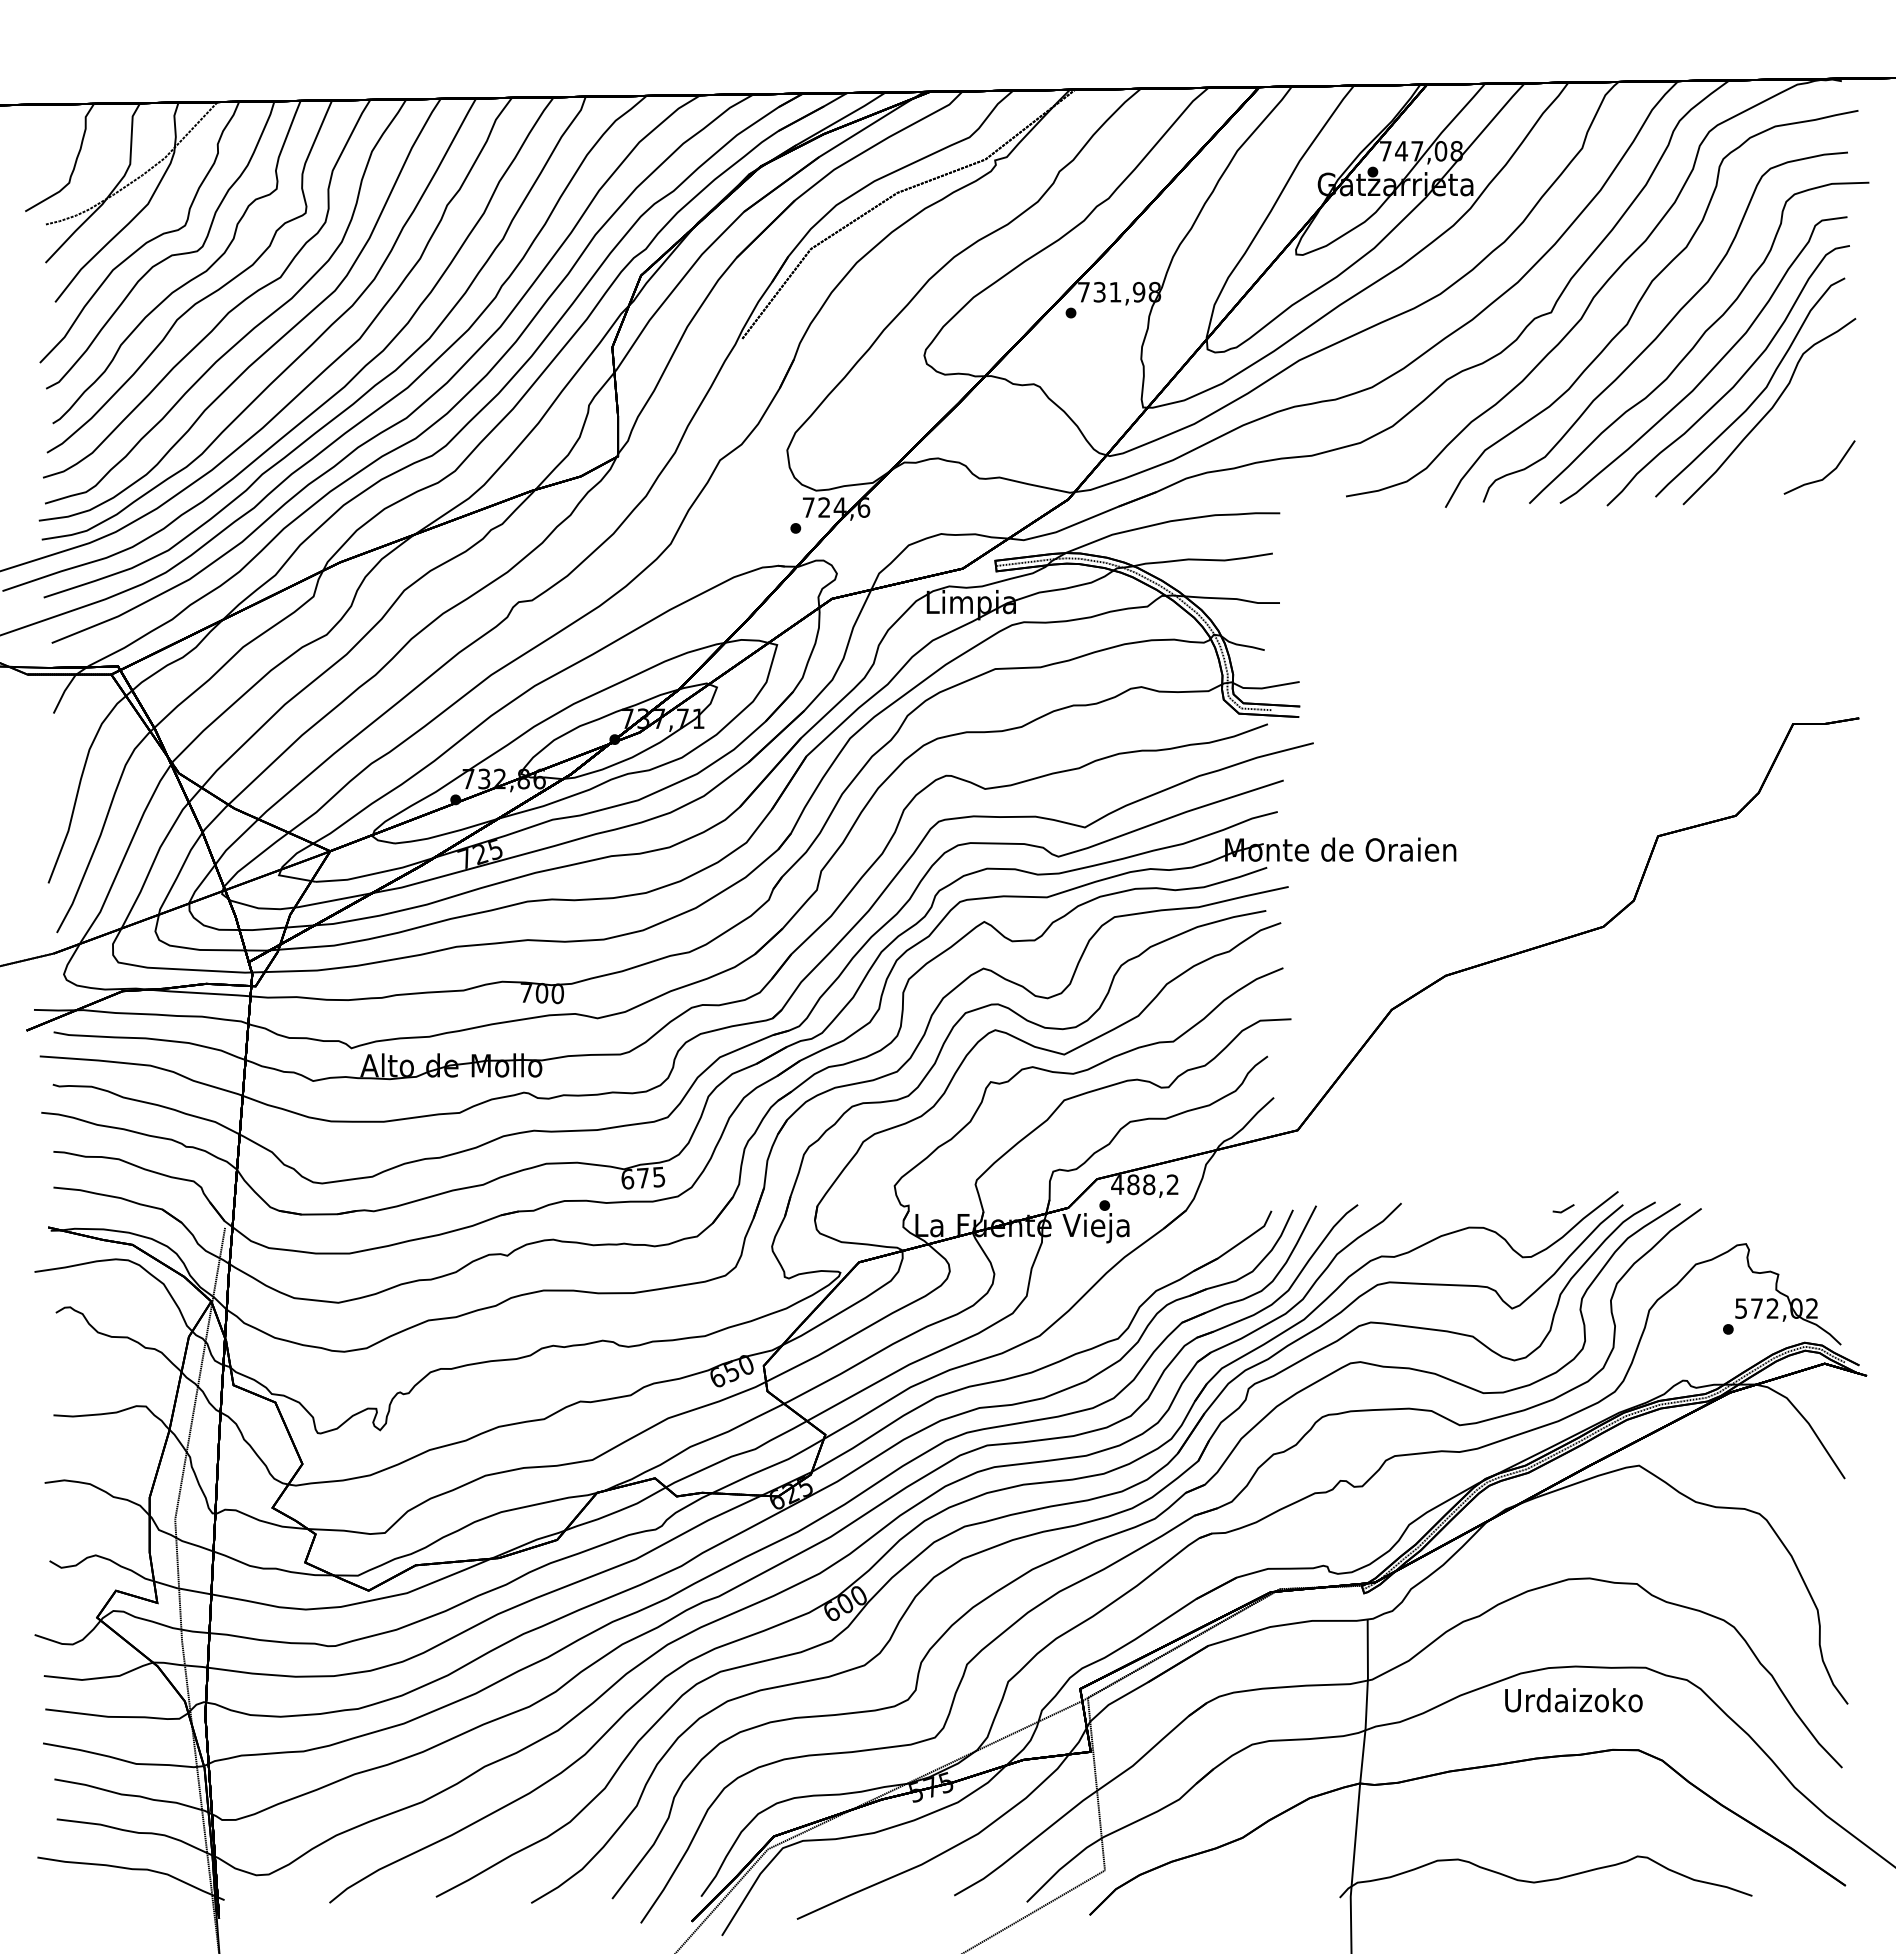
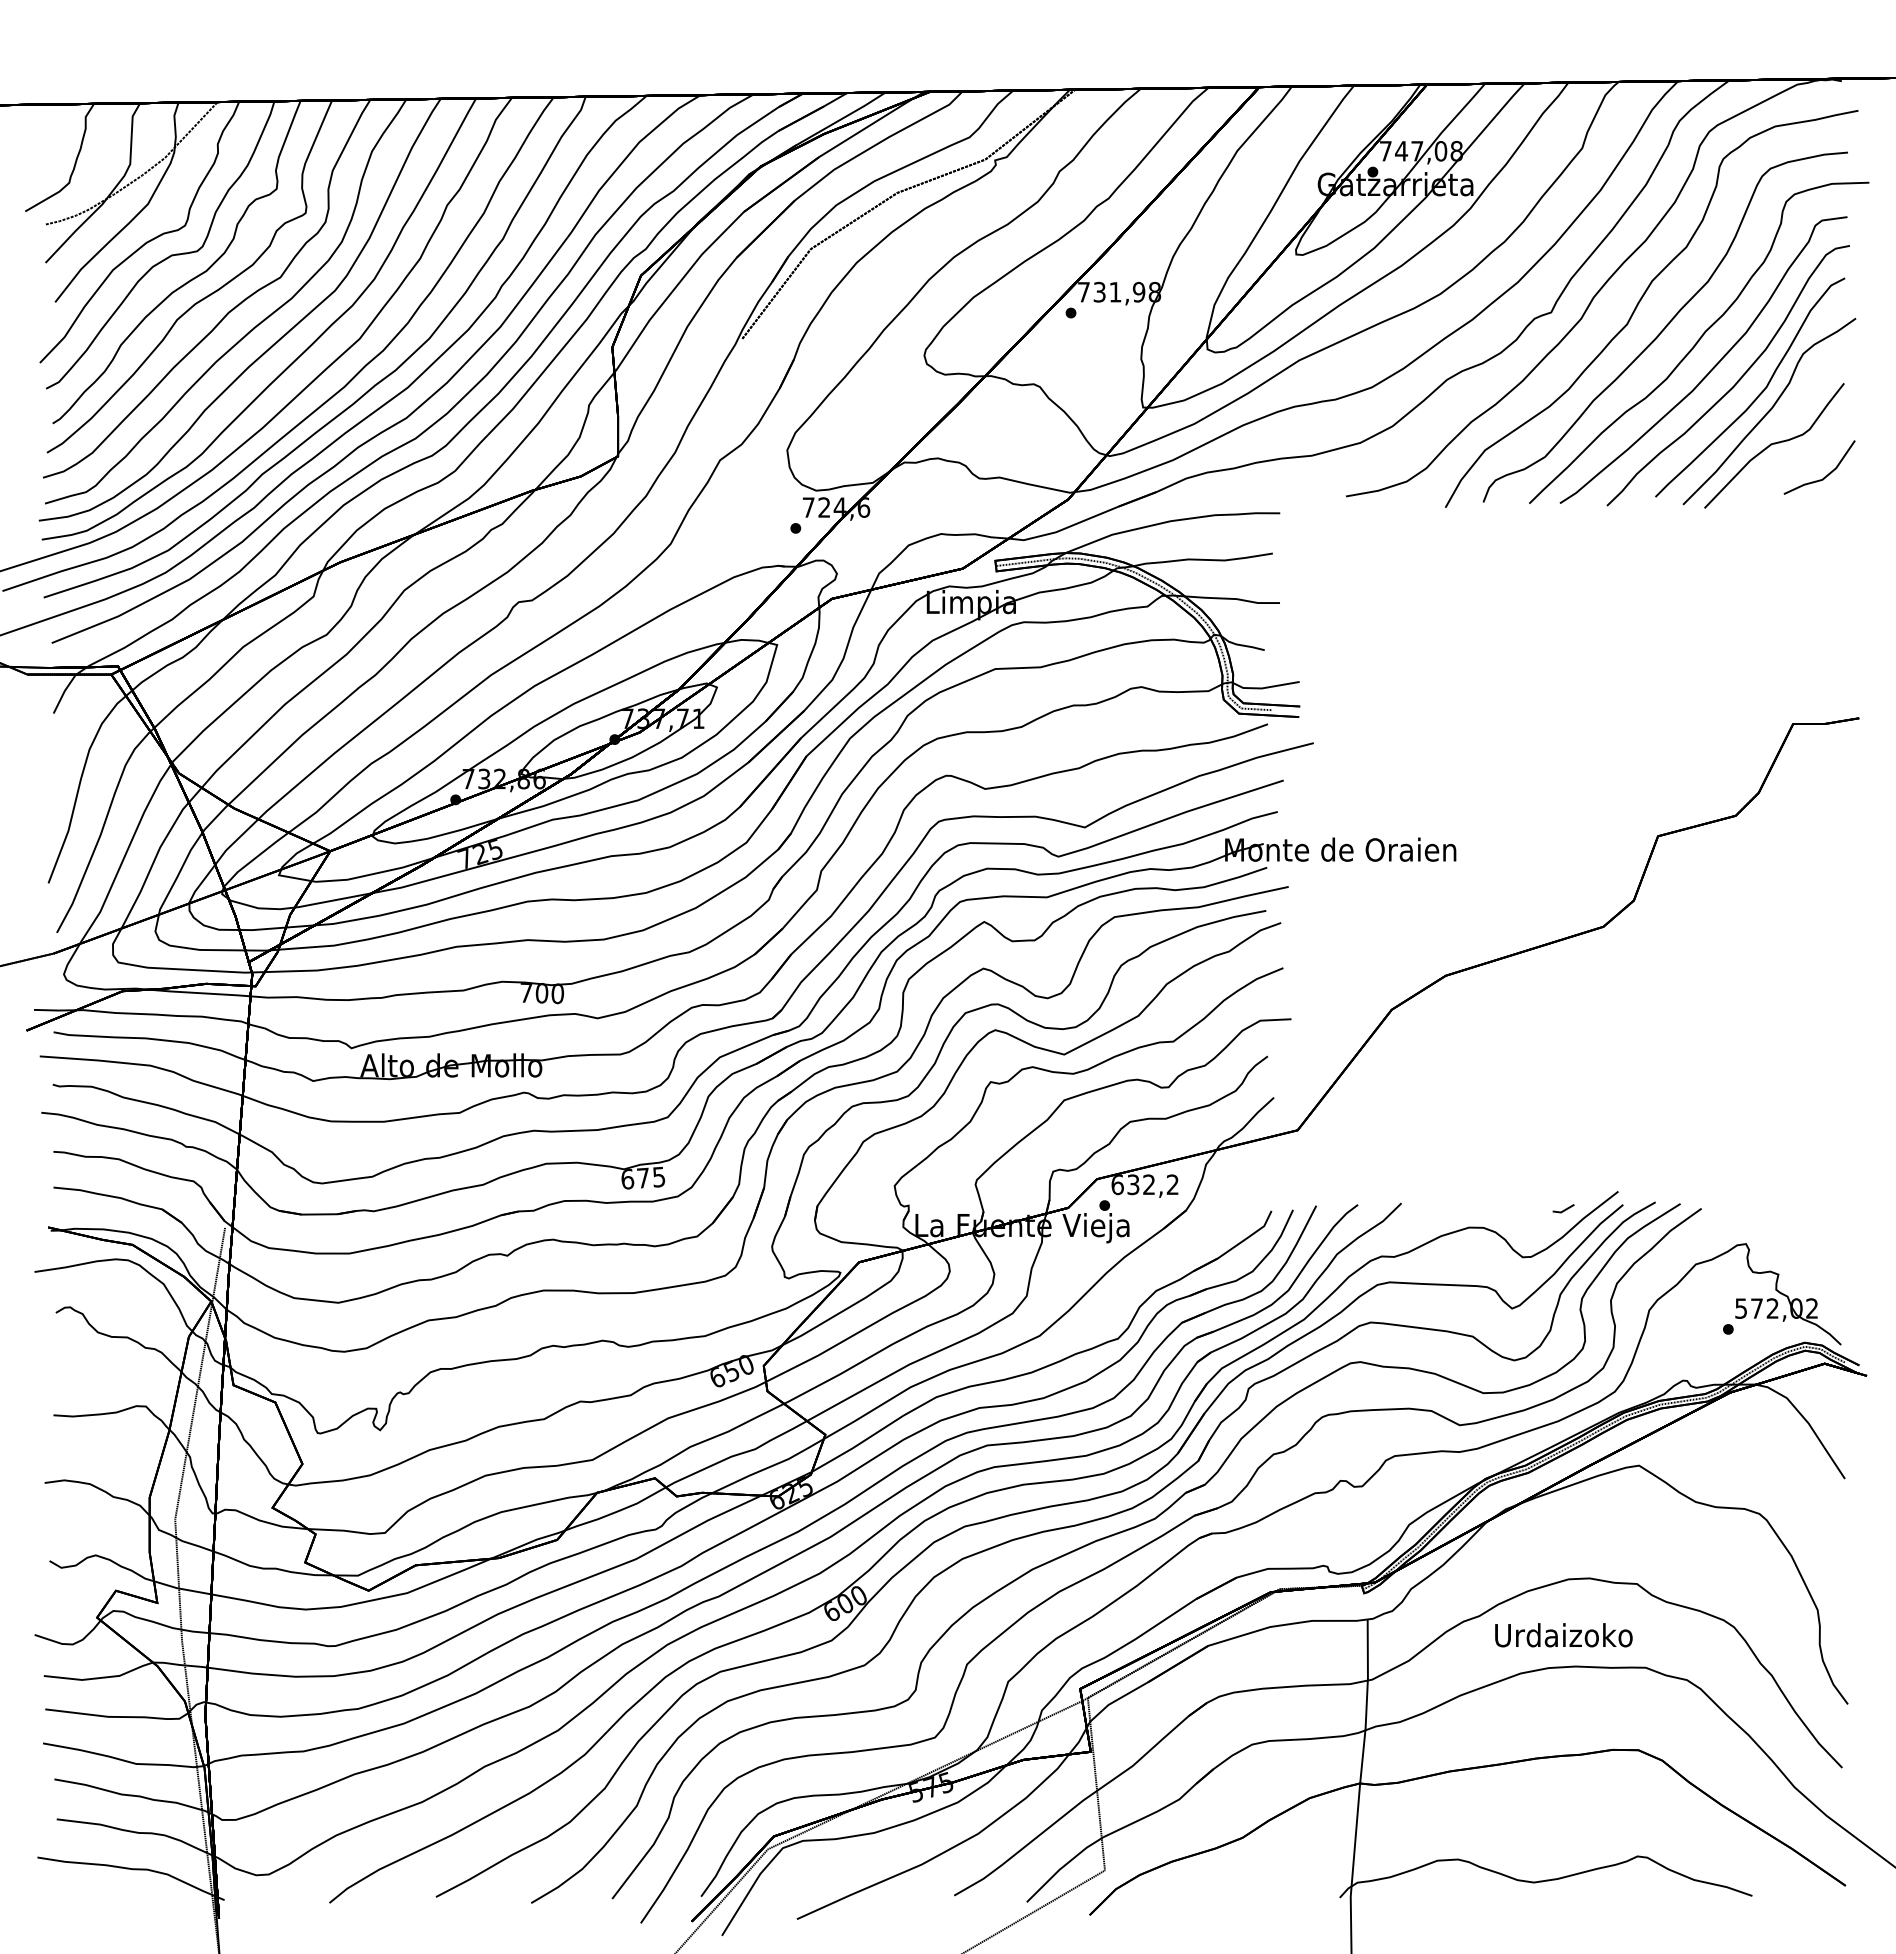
curve at (1774, 444): none -> present
text at (1133, 1184): 488,2 -> 632,2
text at (1573, 1700) position: (1573, 1700) -> (1563, 1635)
